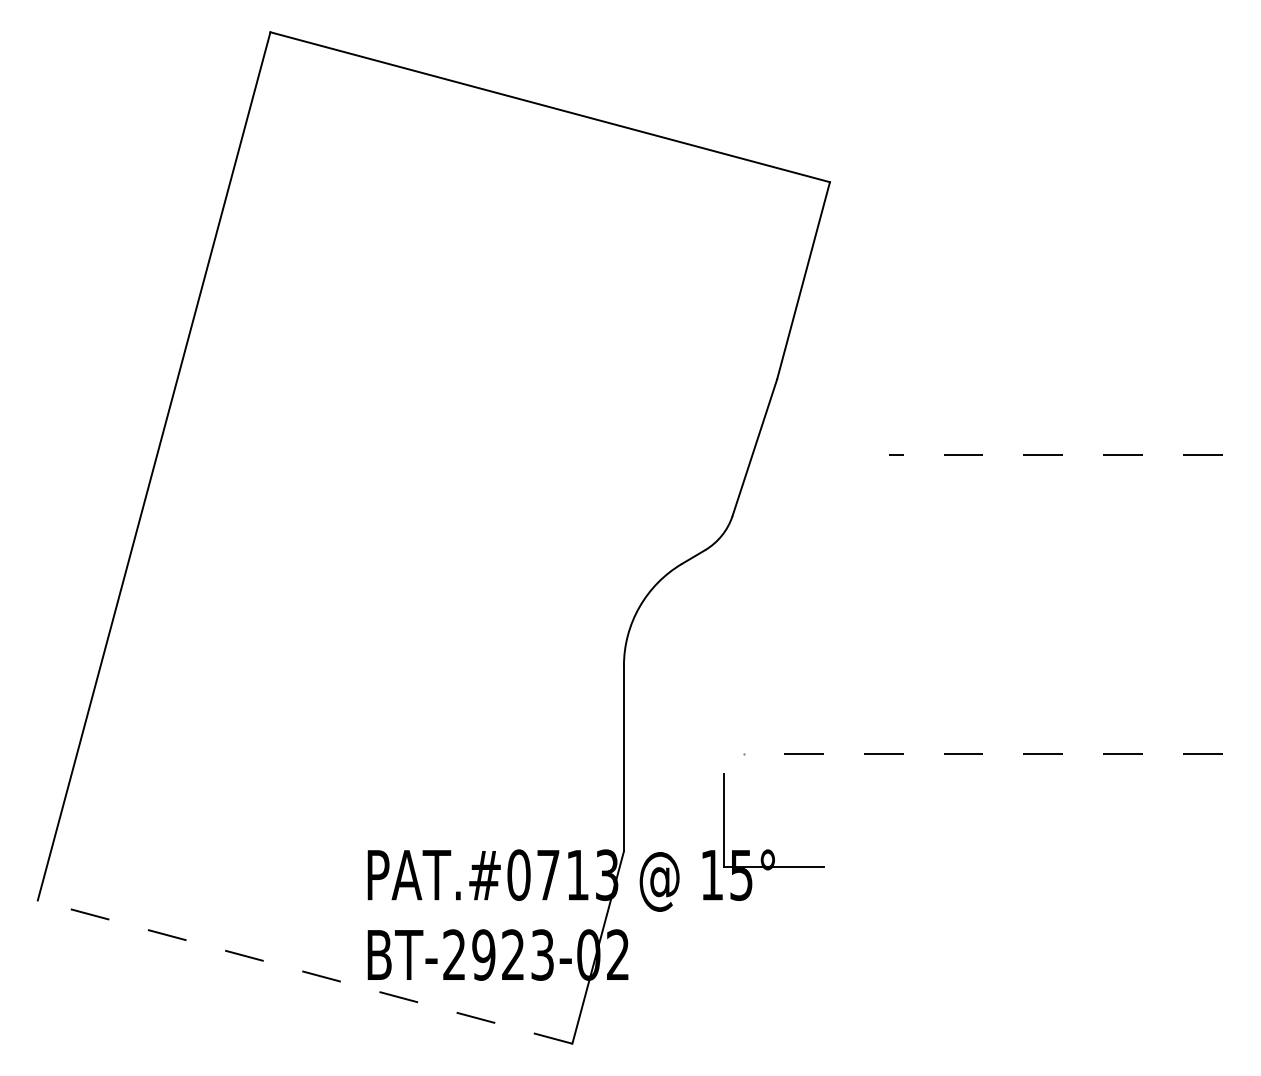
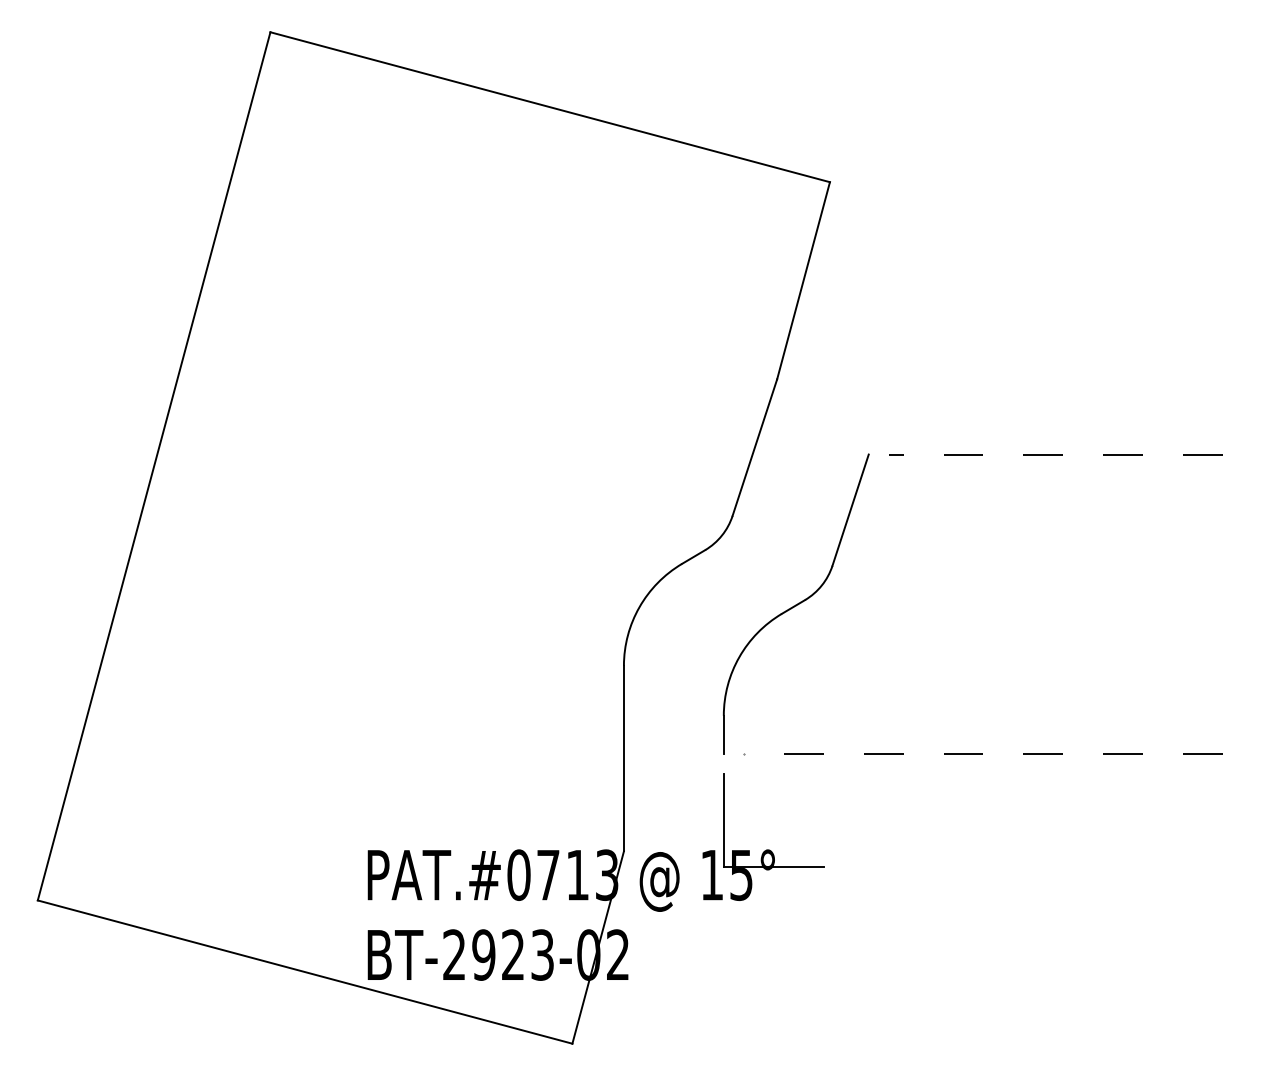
part at (795, 603): none -> present
line at (305, 972): dashed -> solid
